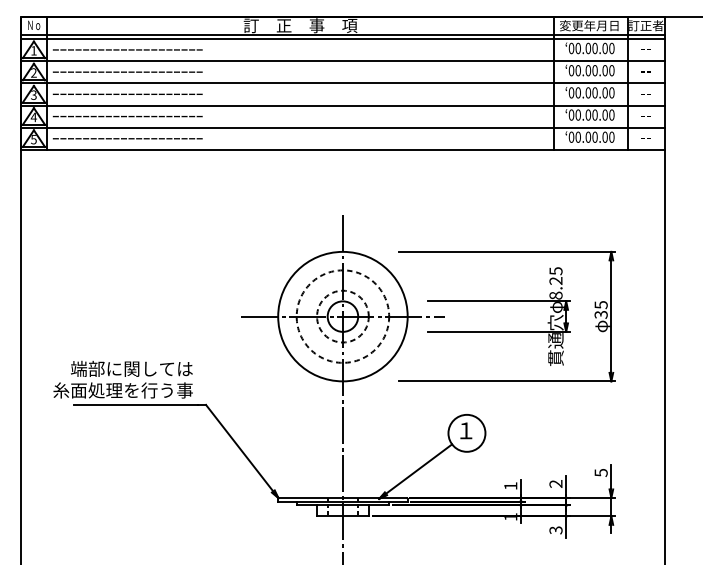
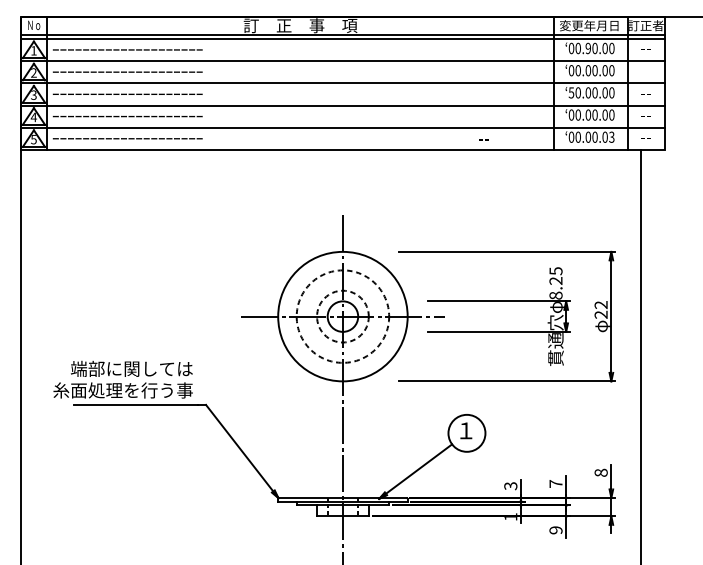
text at (587, 48): 00.00.00 -> 00.90.00
text at (645, 71) position: (645, 71) -> (483, 139)
text at (571, 92): 00.00.00 -> 50.00.00
text at (611, 136): 00.00.00 -> 00.00.03
text at (600, 309): 35 -> 22
line at (664, 355) position: (664, 355) -> (640, 355)
text at (600, 472): 5 -> 8
text at (555, 483): 2 -> 7
text at (510, 486): 1 -> 3
text at (555, 530): 3 -> 9
